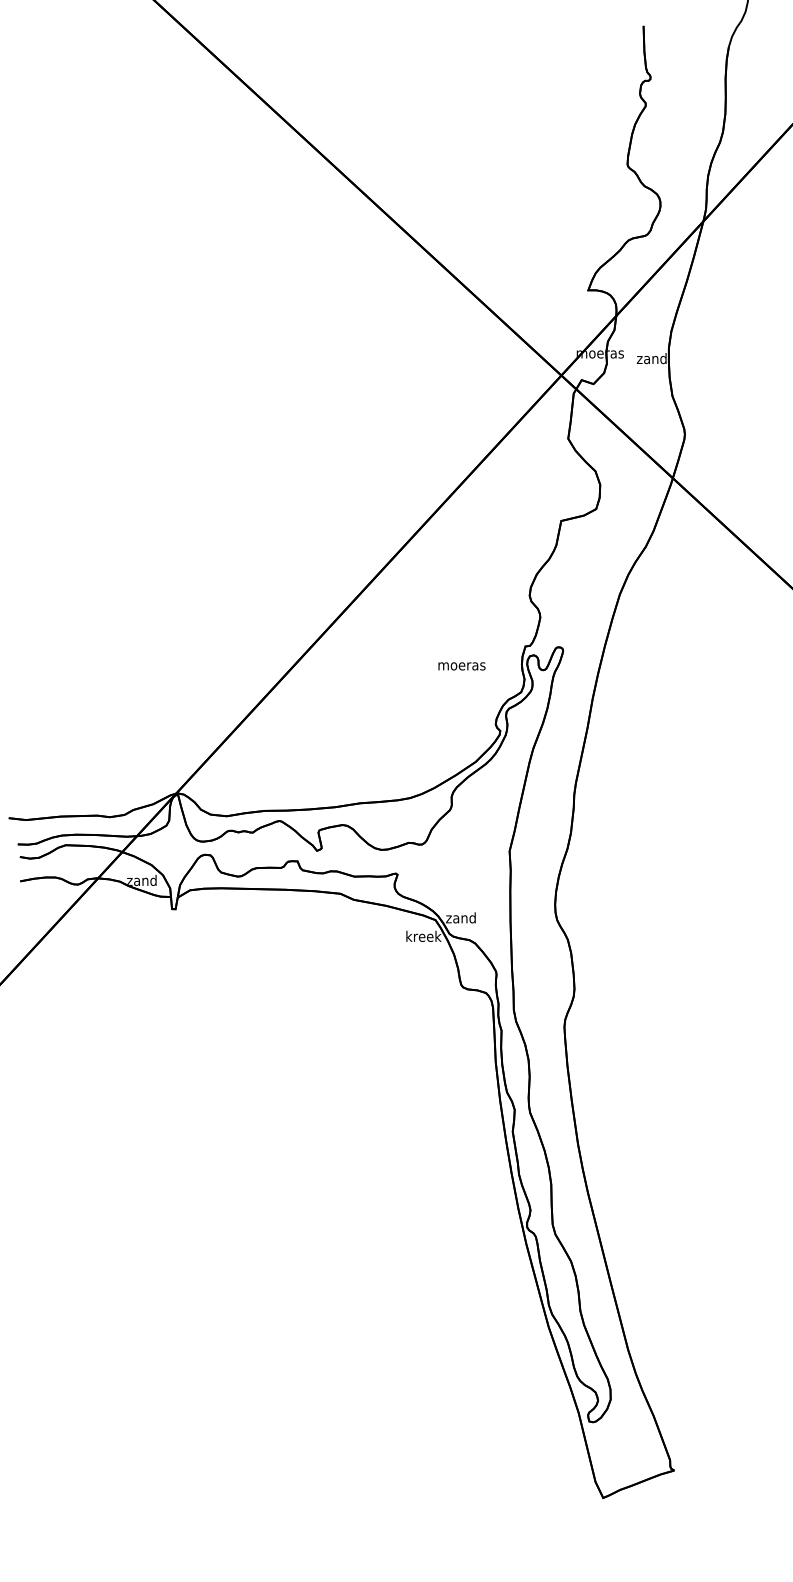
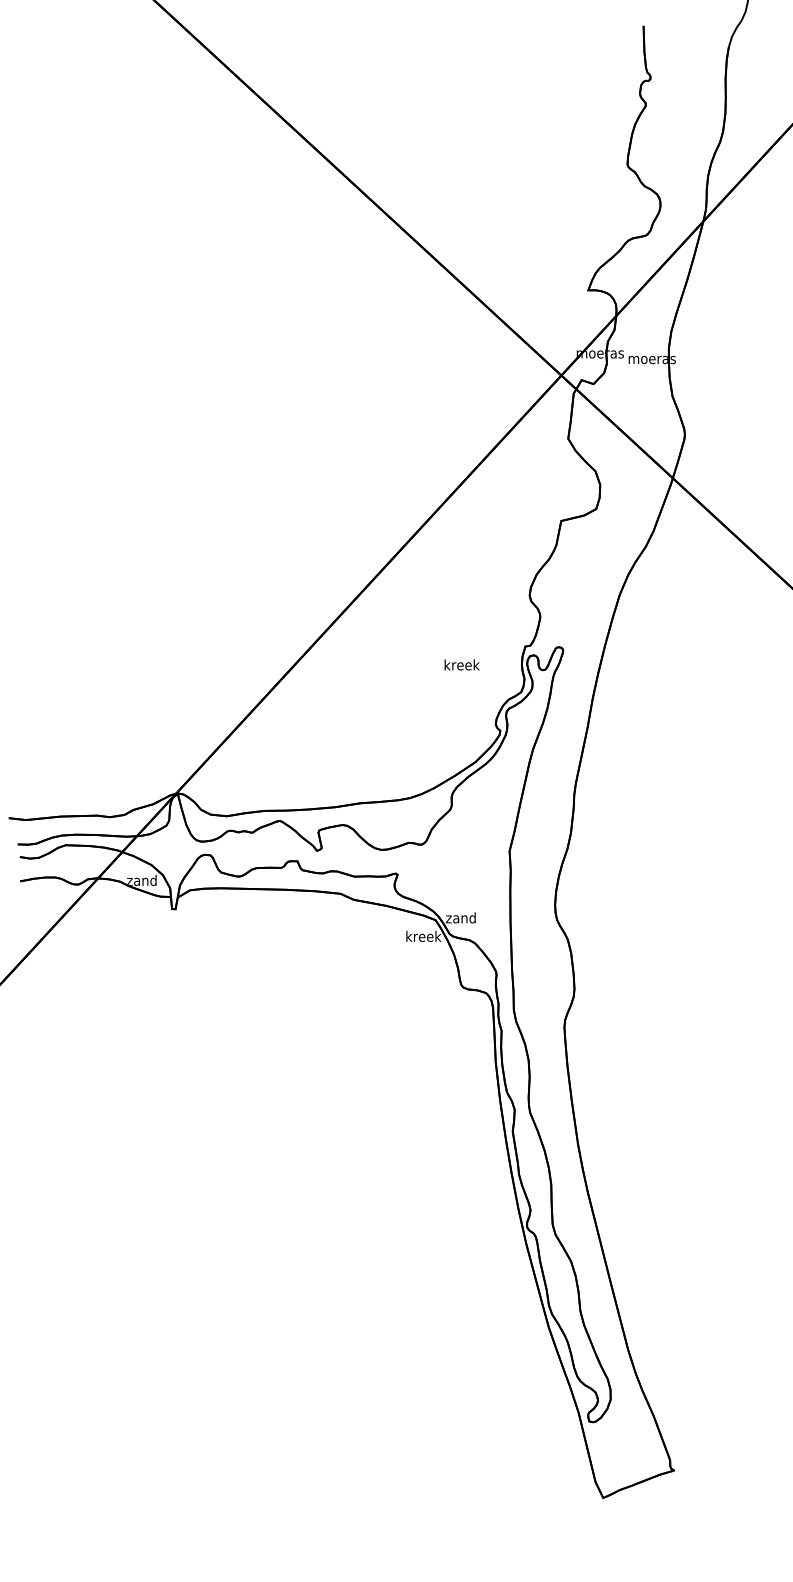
text at (651, 358): zand -> moeras
text at (461, 664): moeras -> kreek
